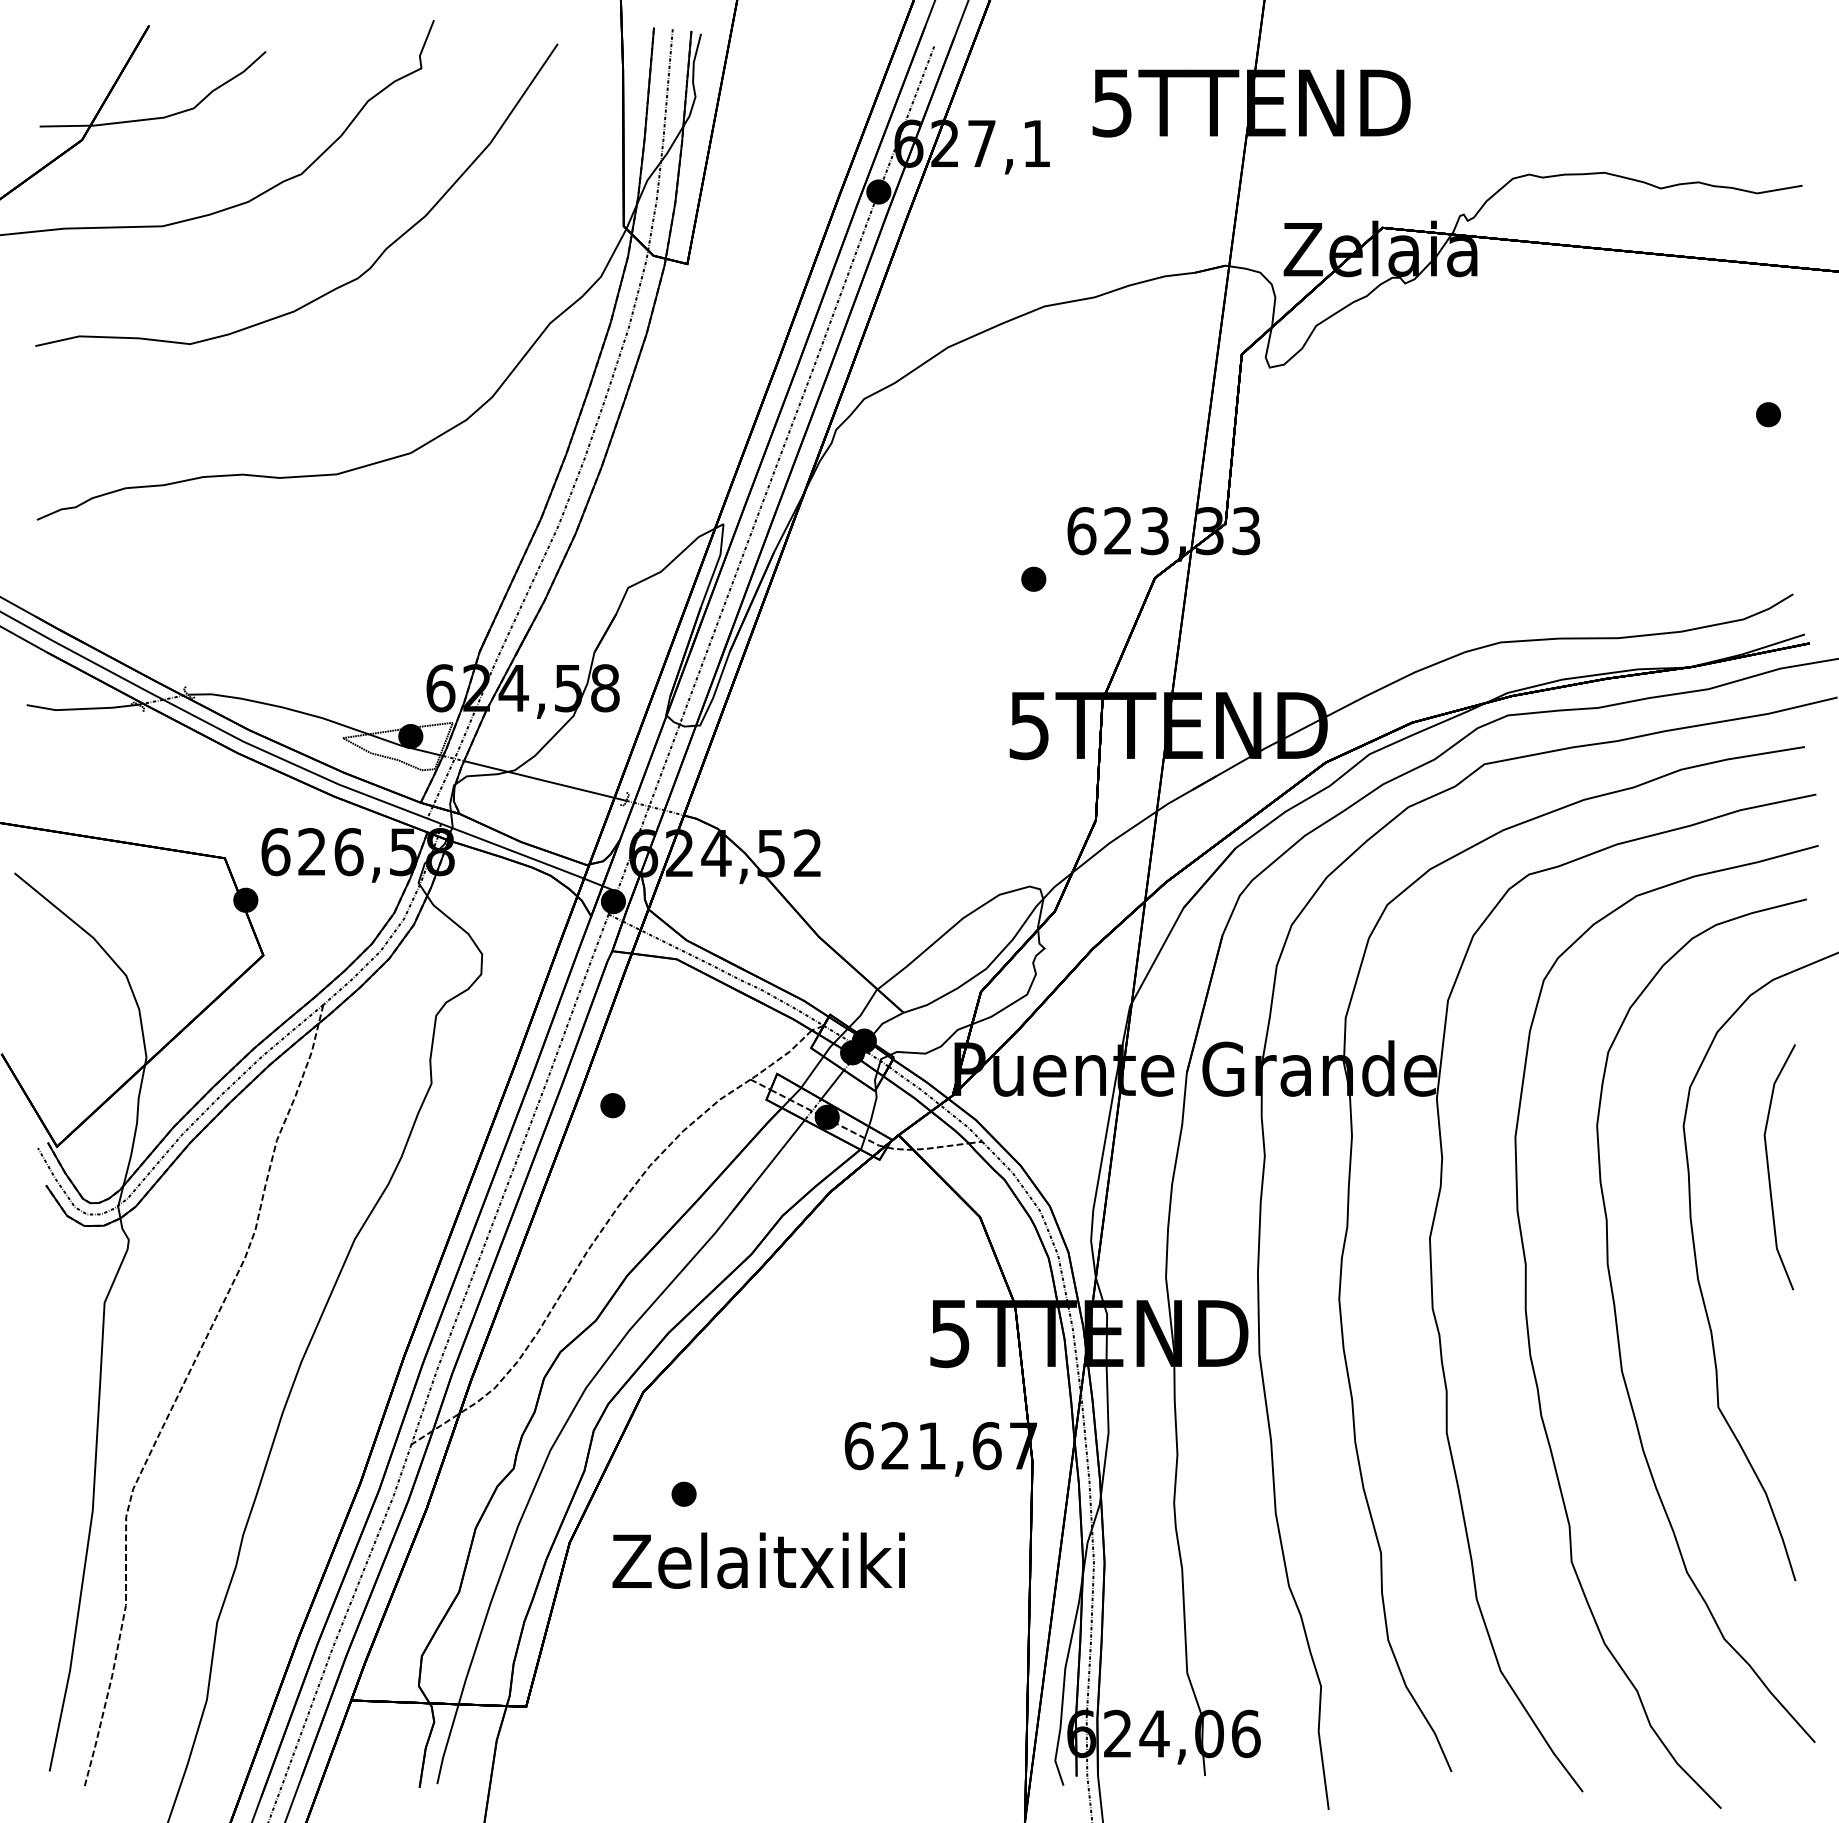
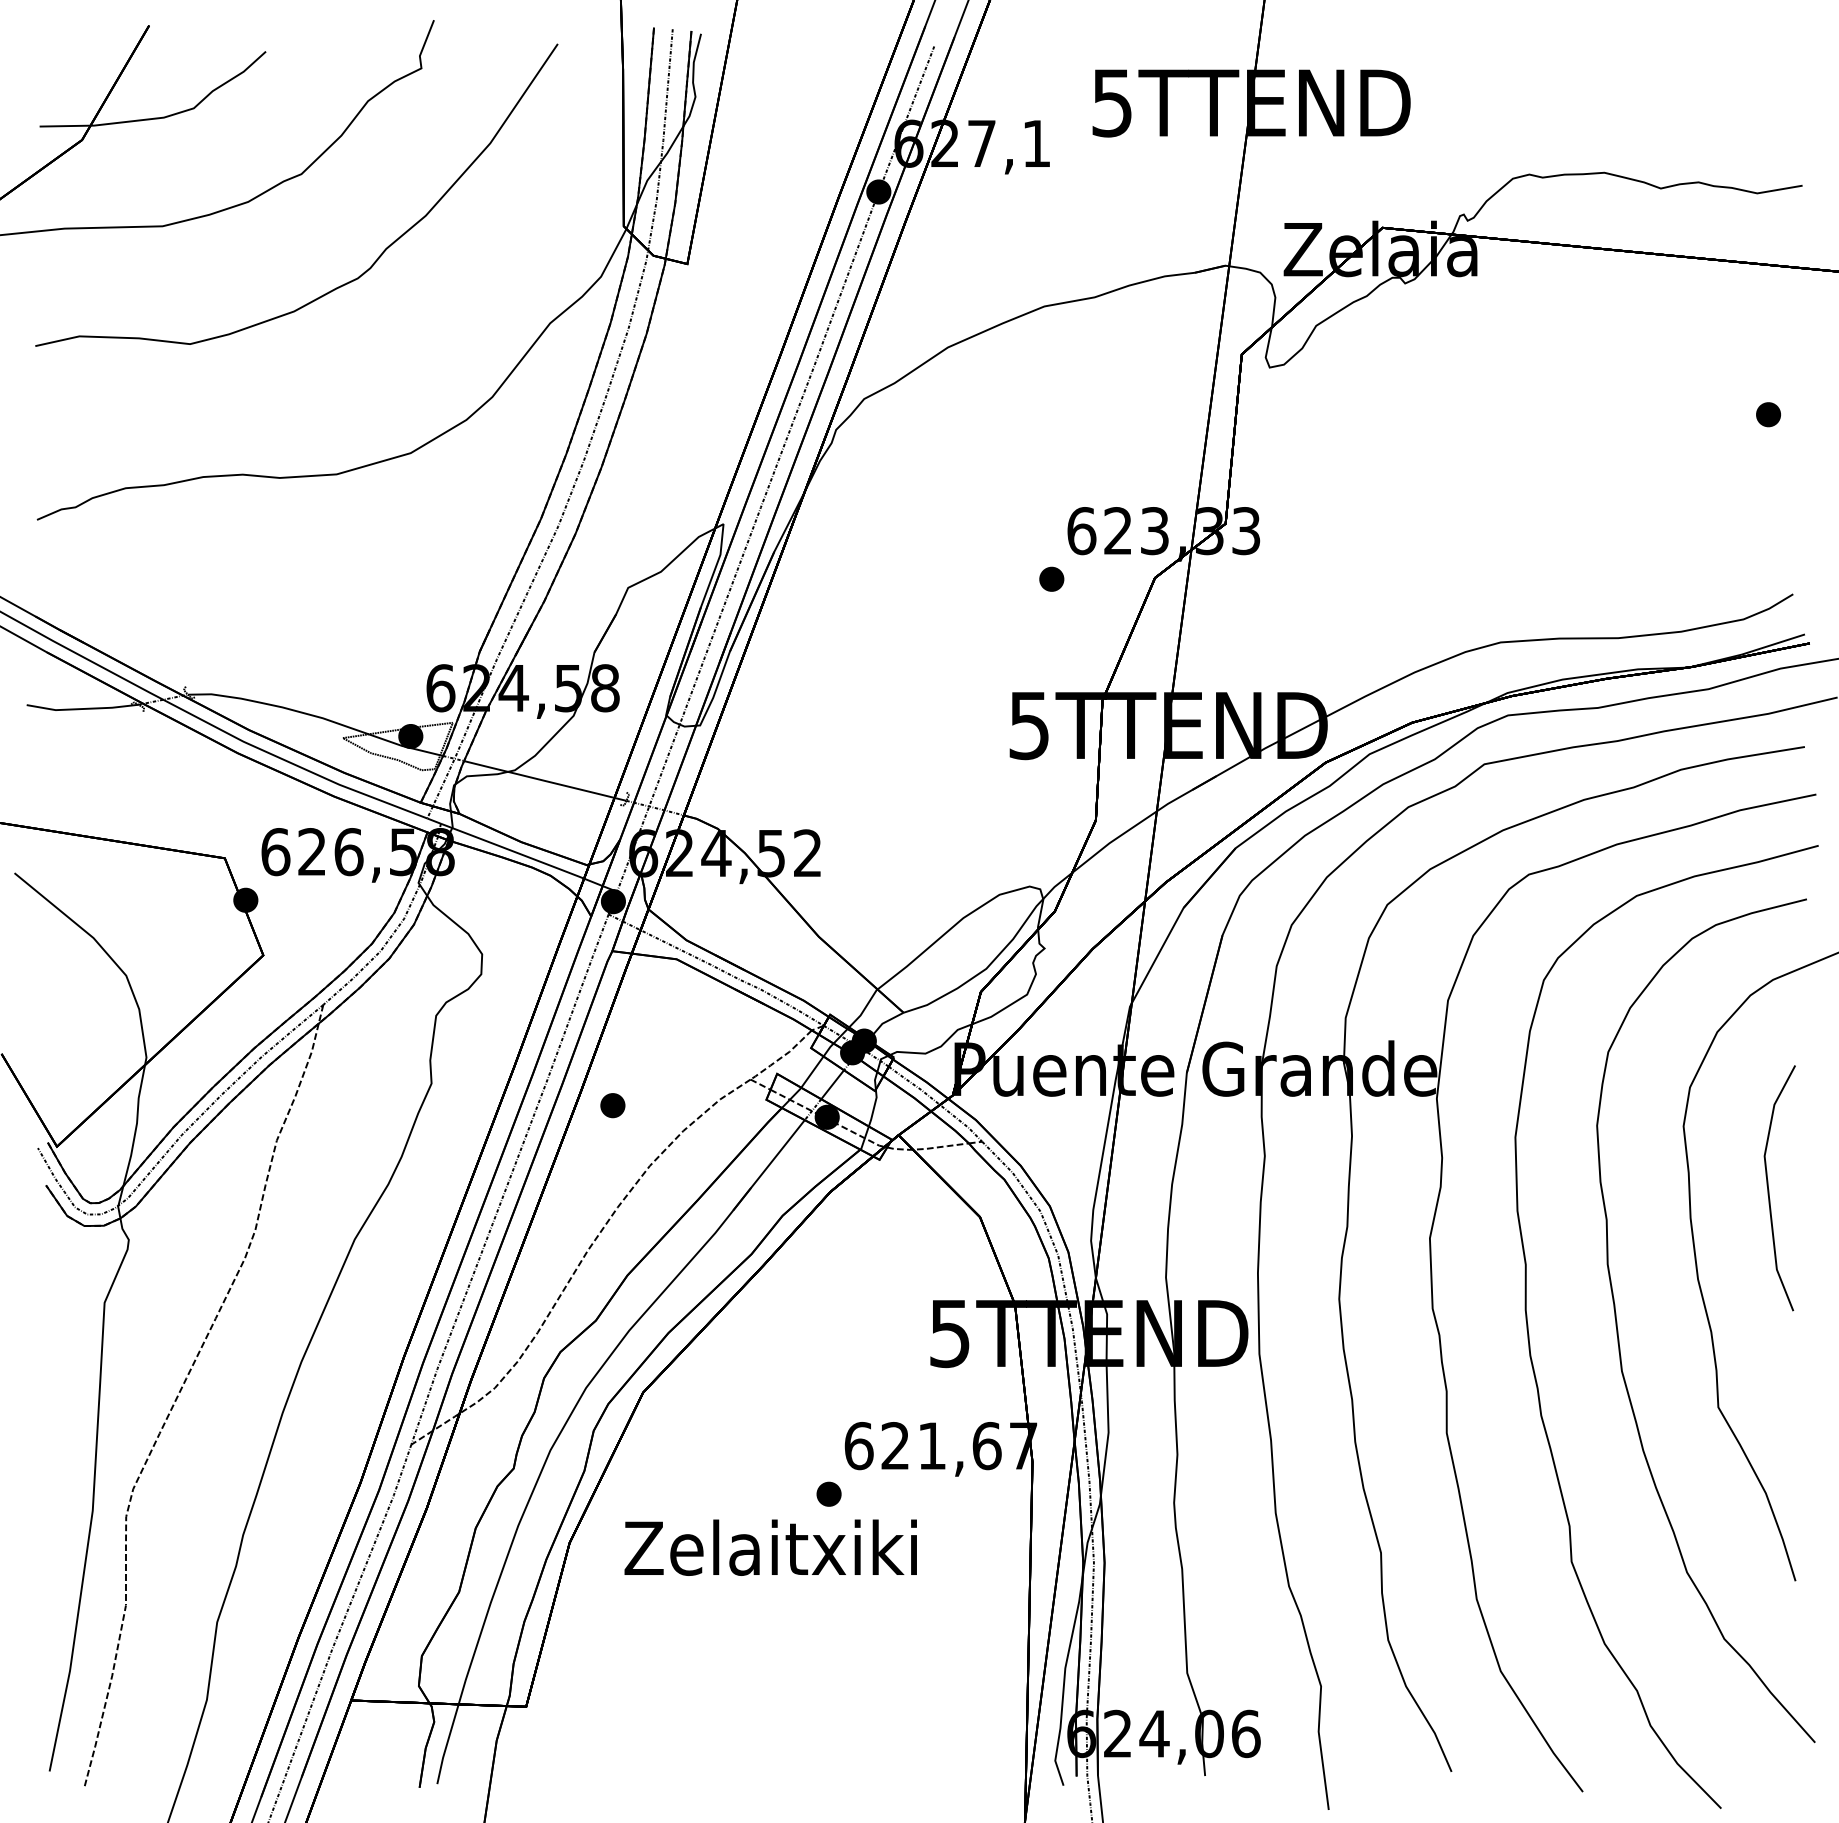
part at (1033, 578) position: (1033, 578) -> (1051, 578)
curve at (1769, 1168) position: (1769, 1168) -> (1769, 1189)
part at (683, 1493) position: (683, 1493) -> (828, 1493)
text at (758, 1560) position: (758, 1560) -> (770, 1547)
